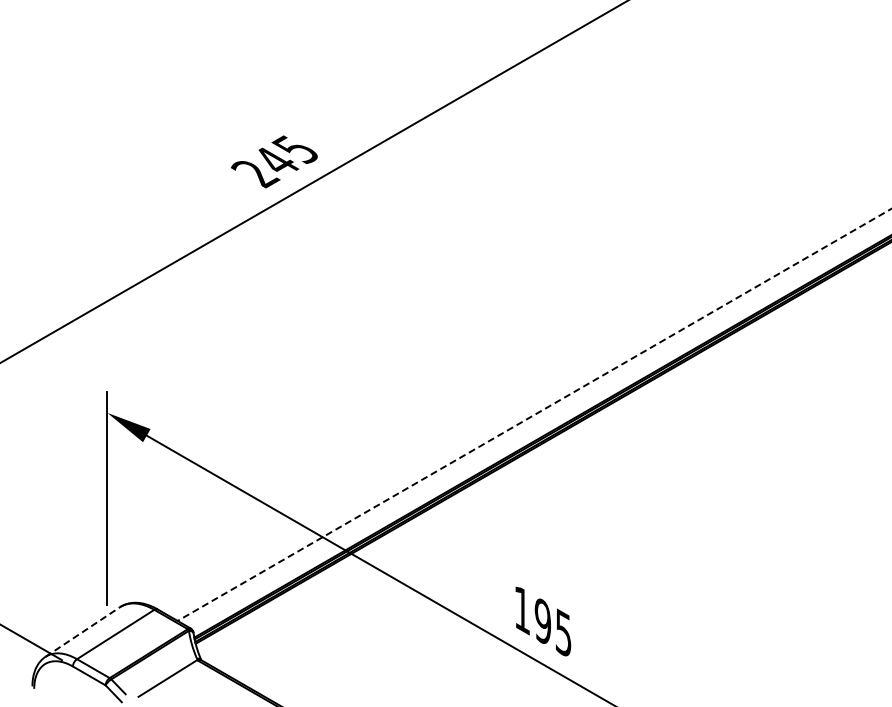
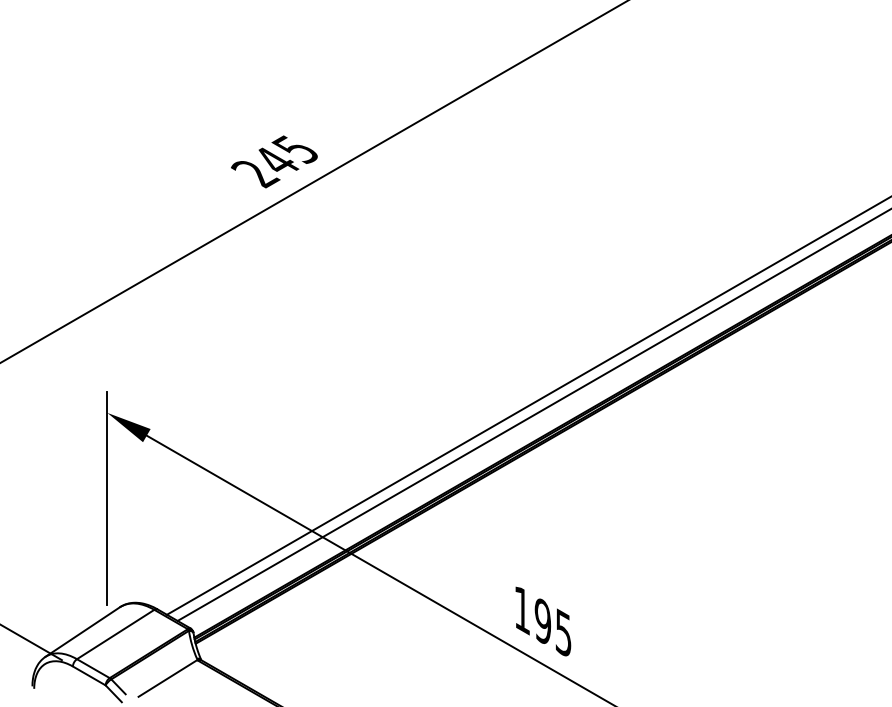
line at (527, 406): none -> present
line at (534, 415): dashed -> solid
line at (82, 632): dashed -> solid
